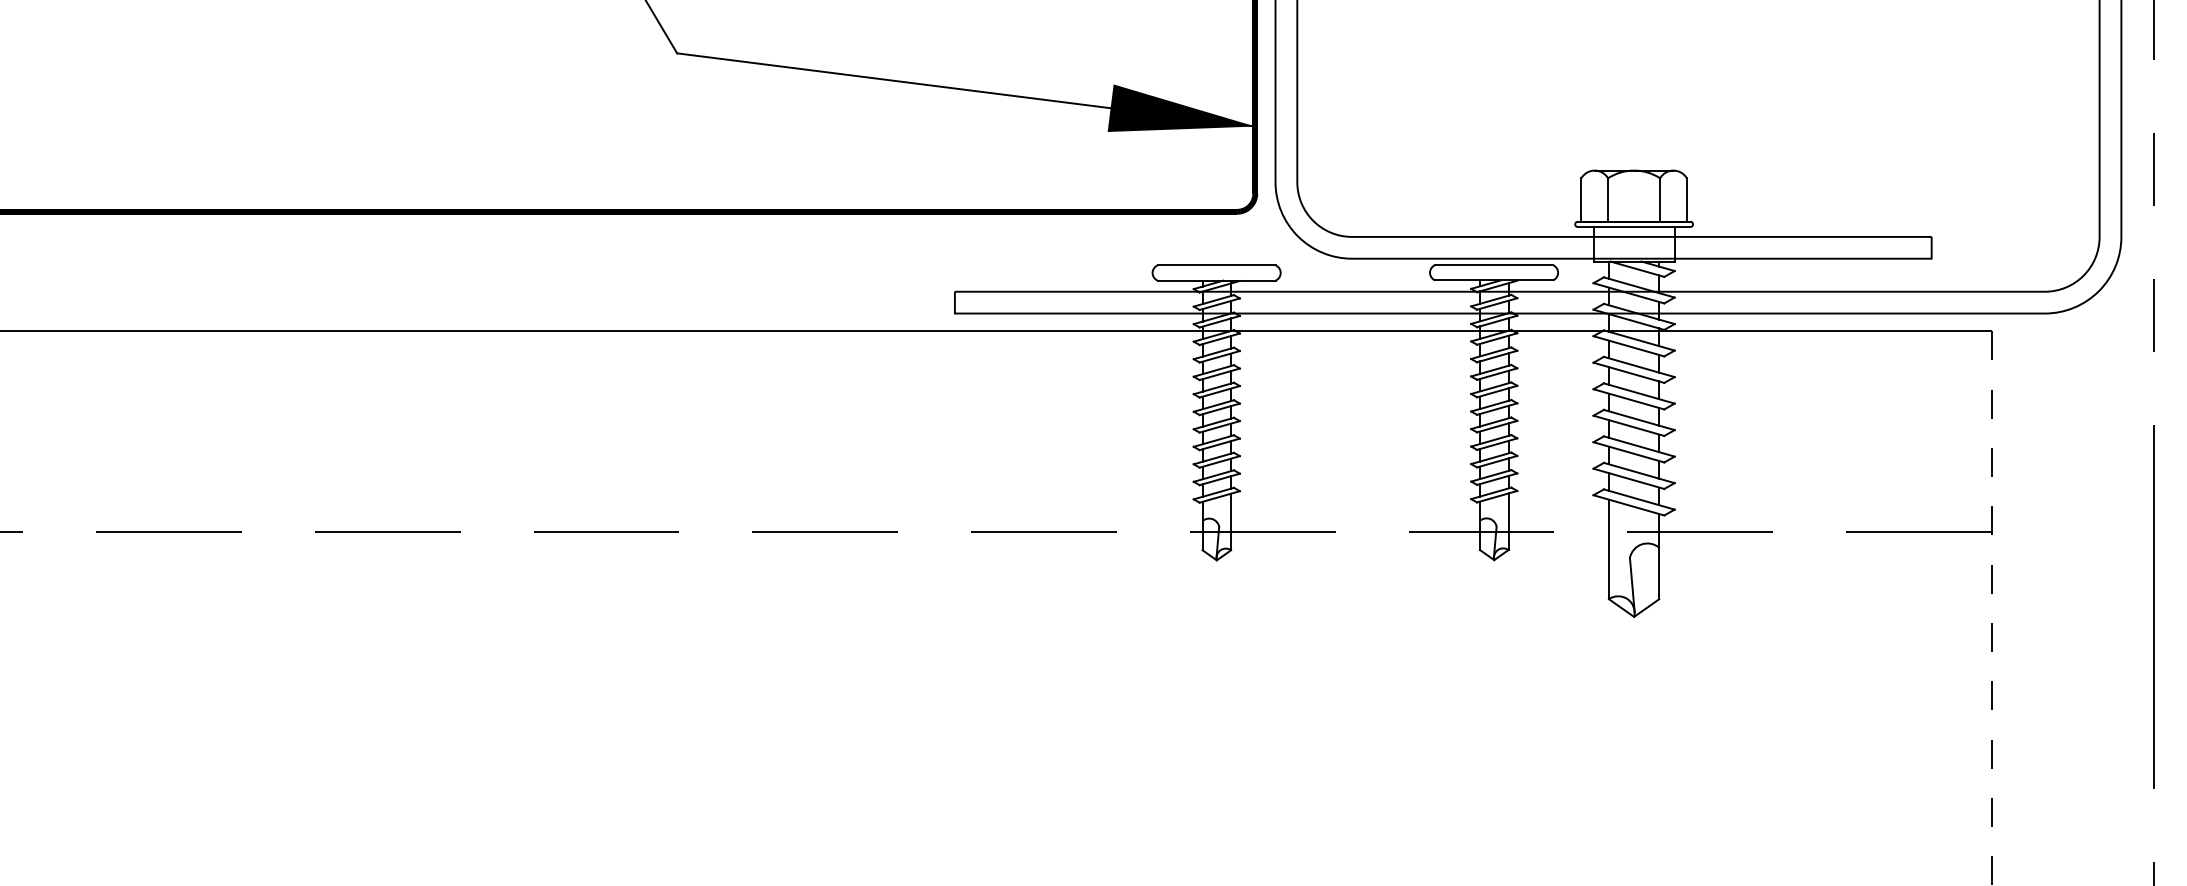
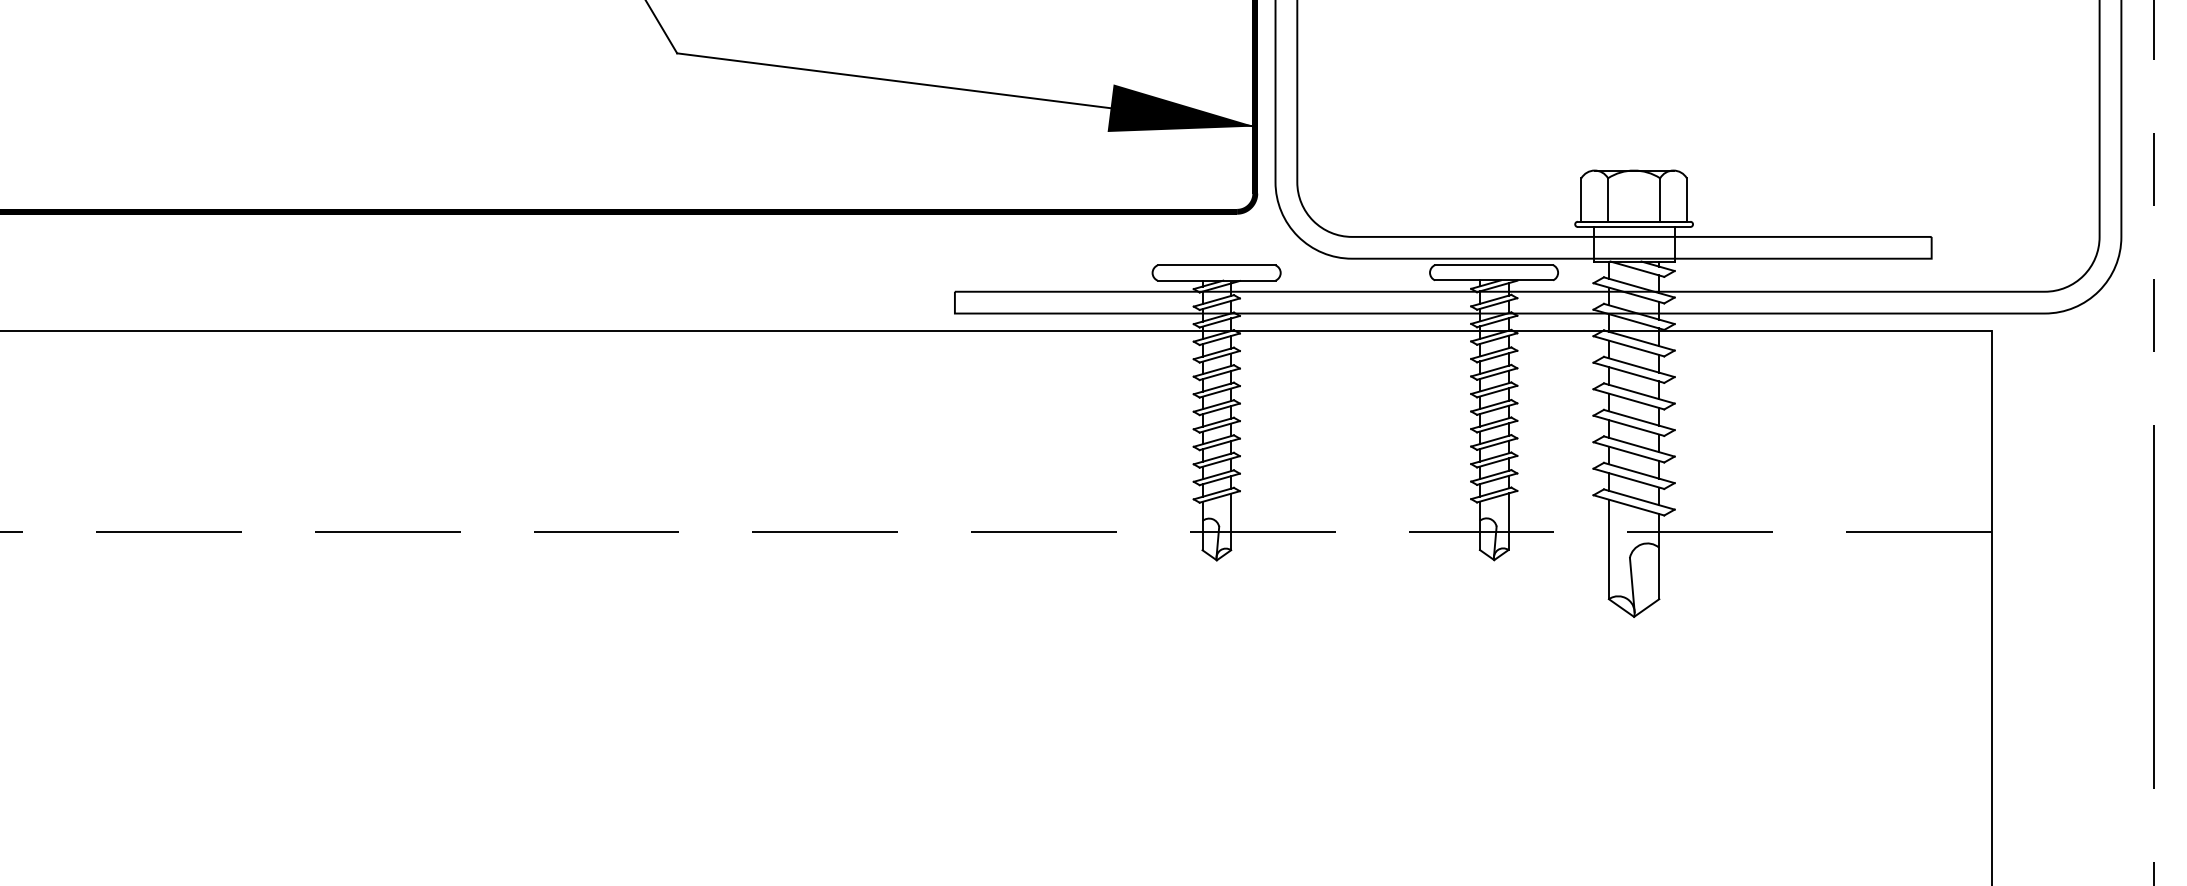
line at (1991, 609): dashed -> solid
